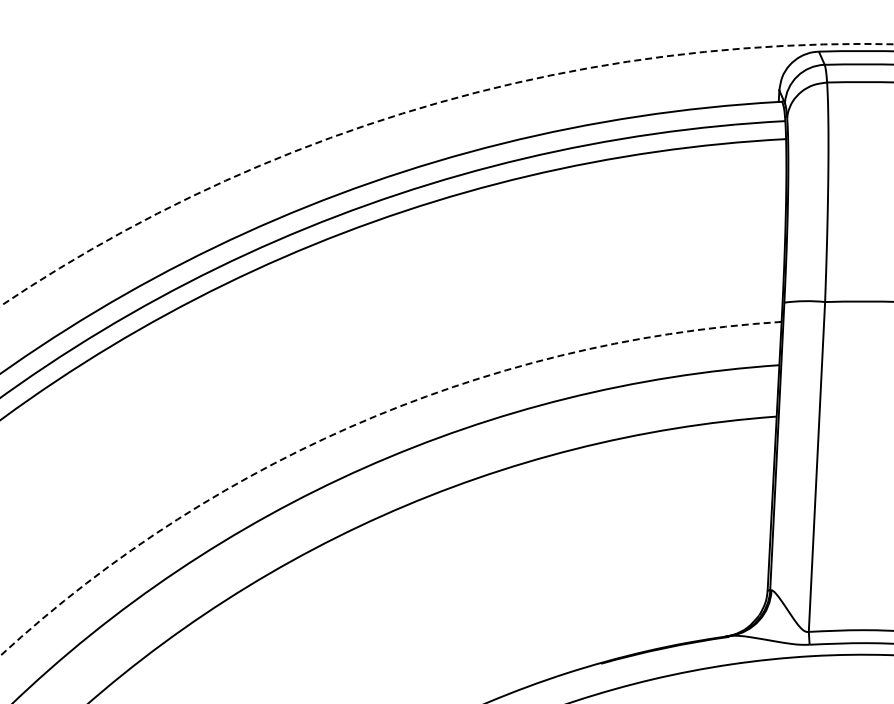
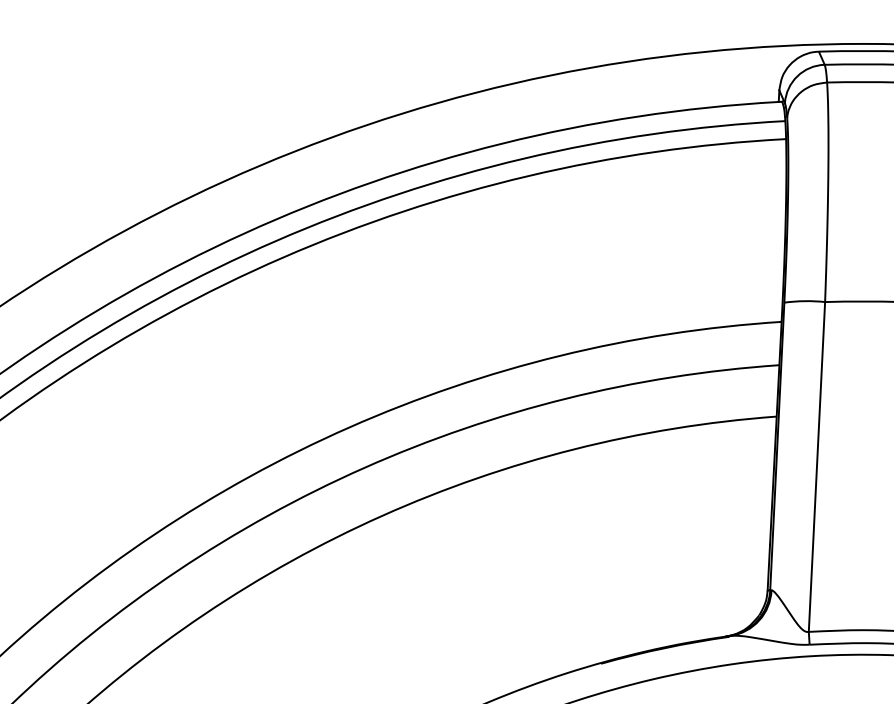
circle at (446, 174): dashed -> solid
arc at (362, 421): dashed -> solid
